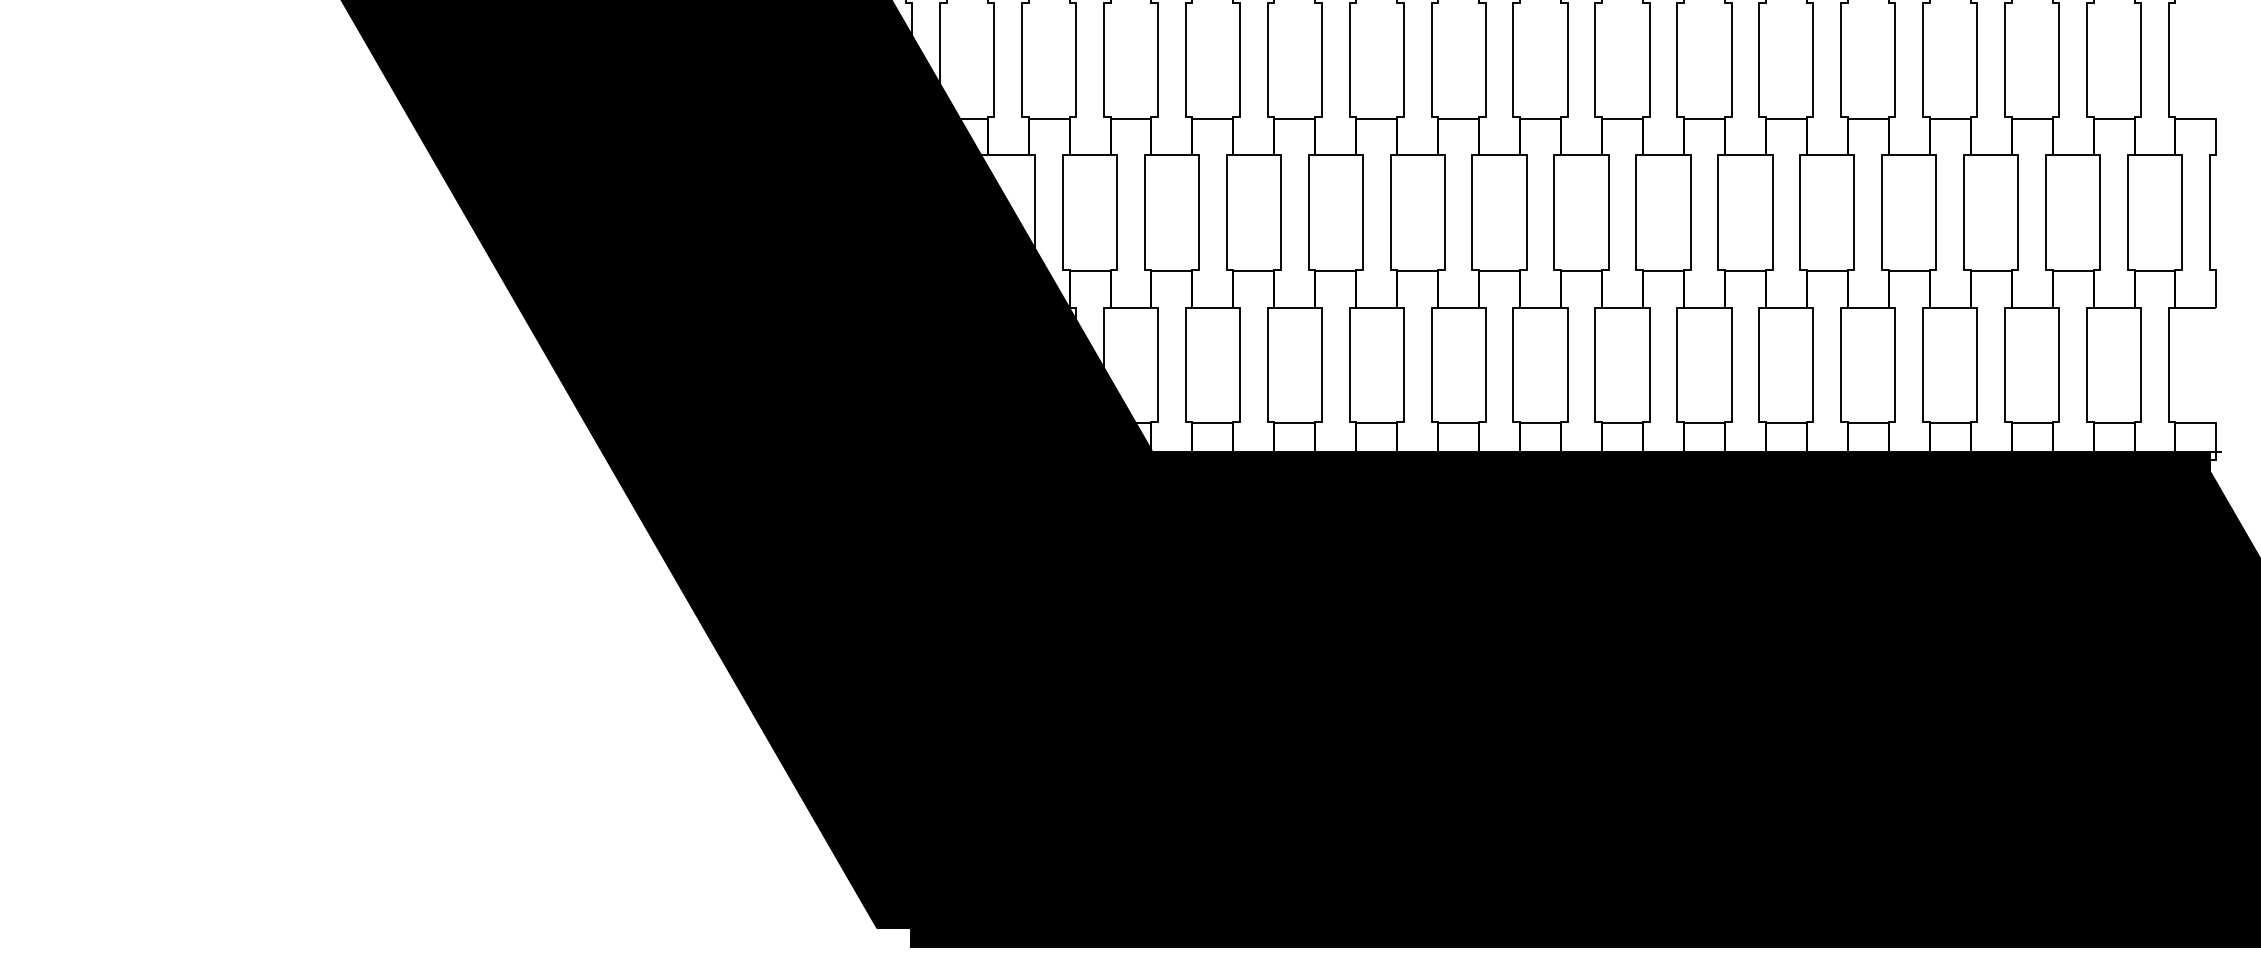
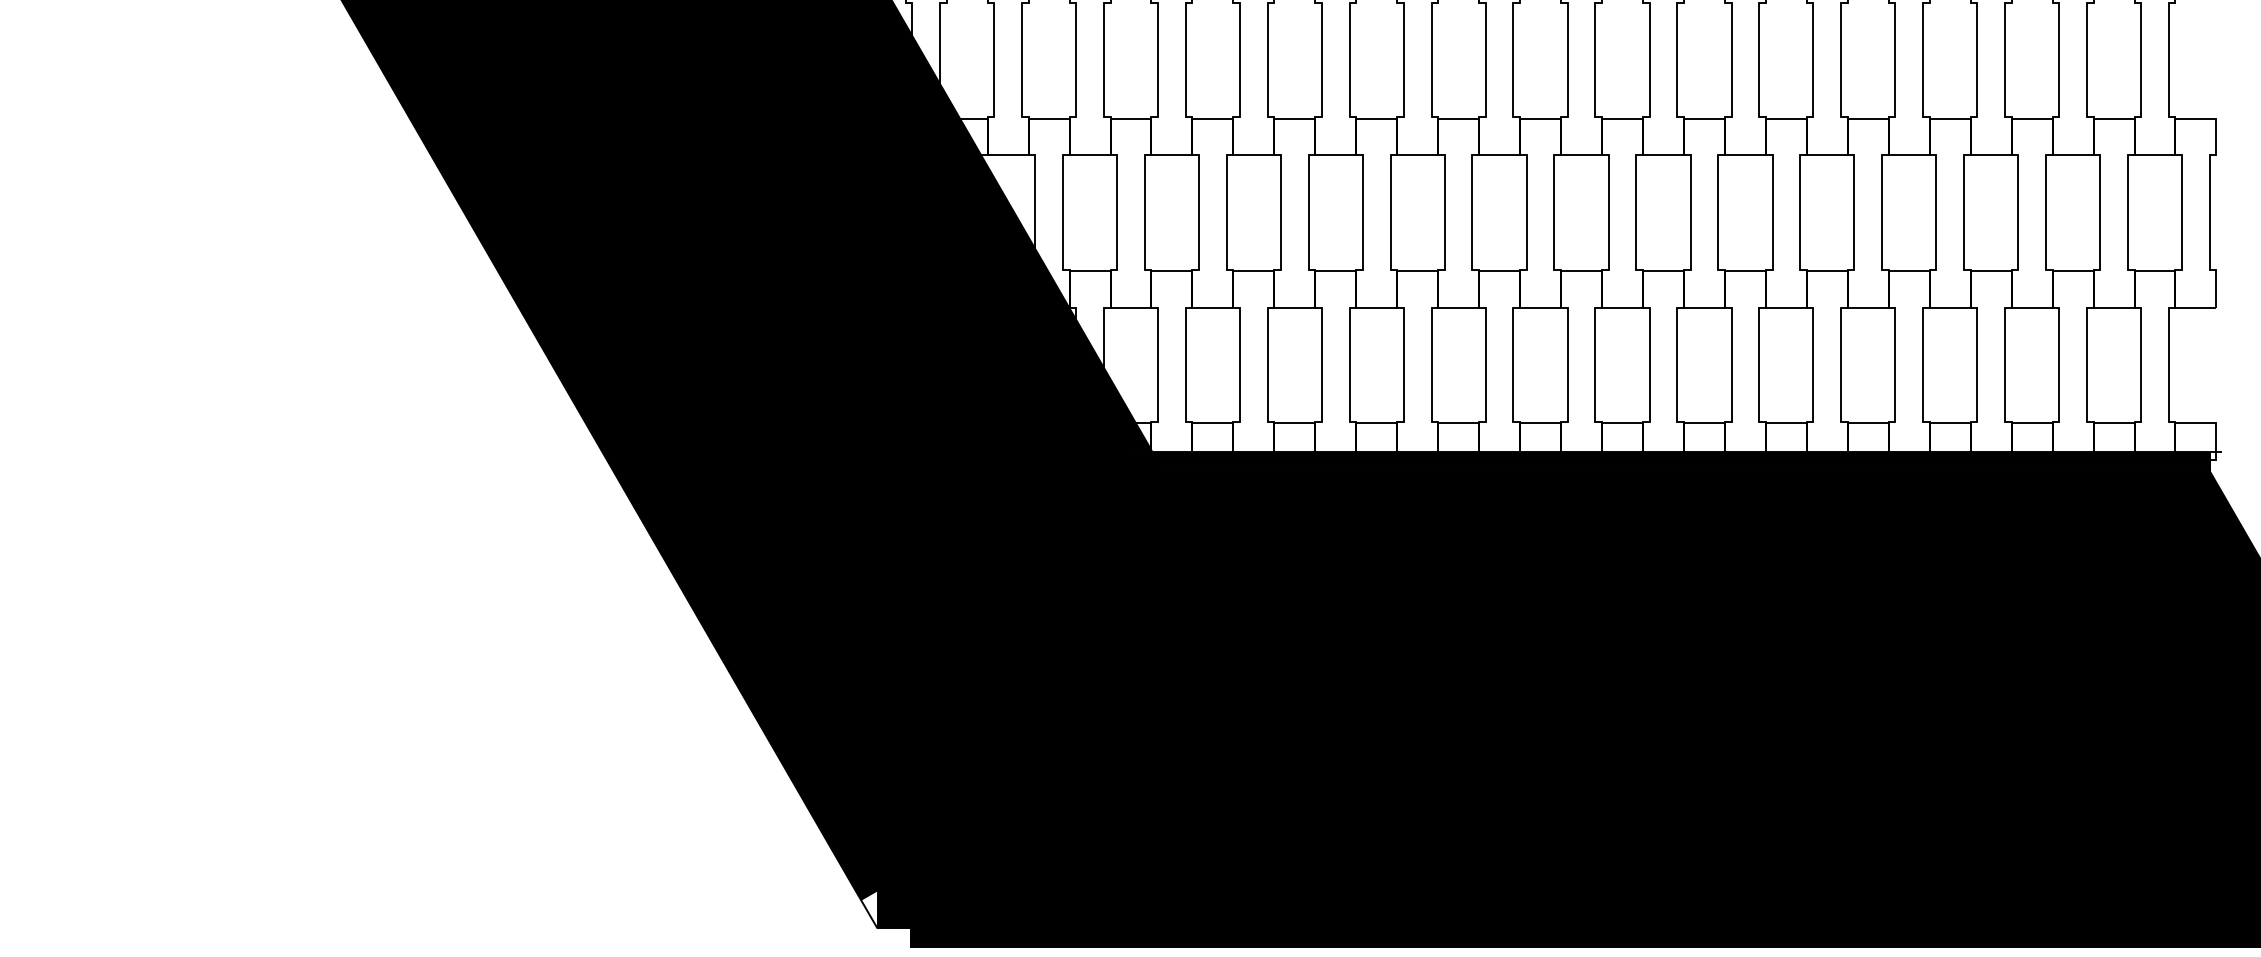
fill at (868, 909): present -> none
